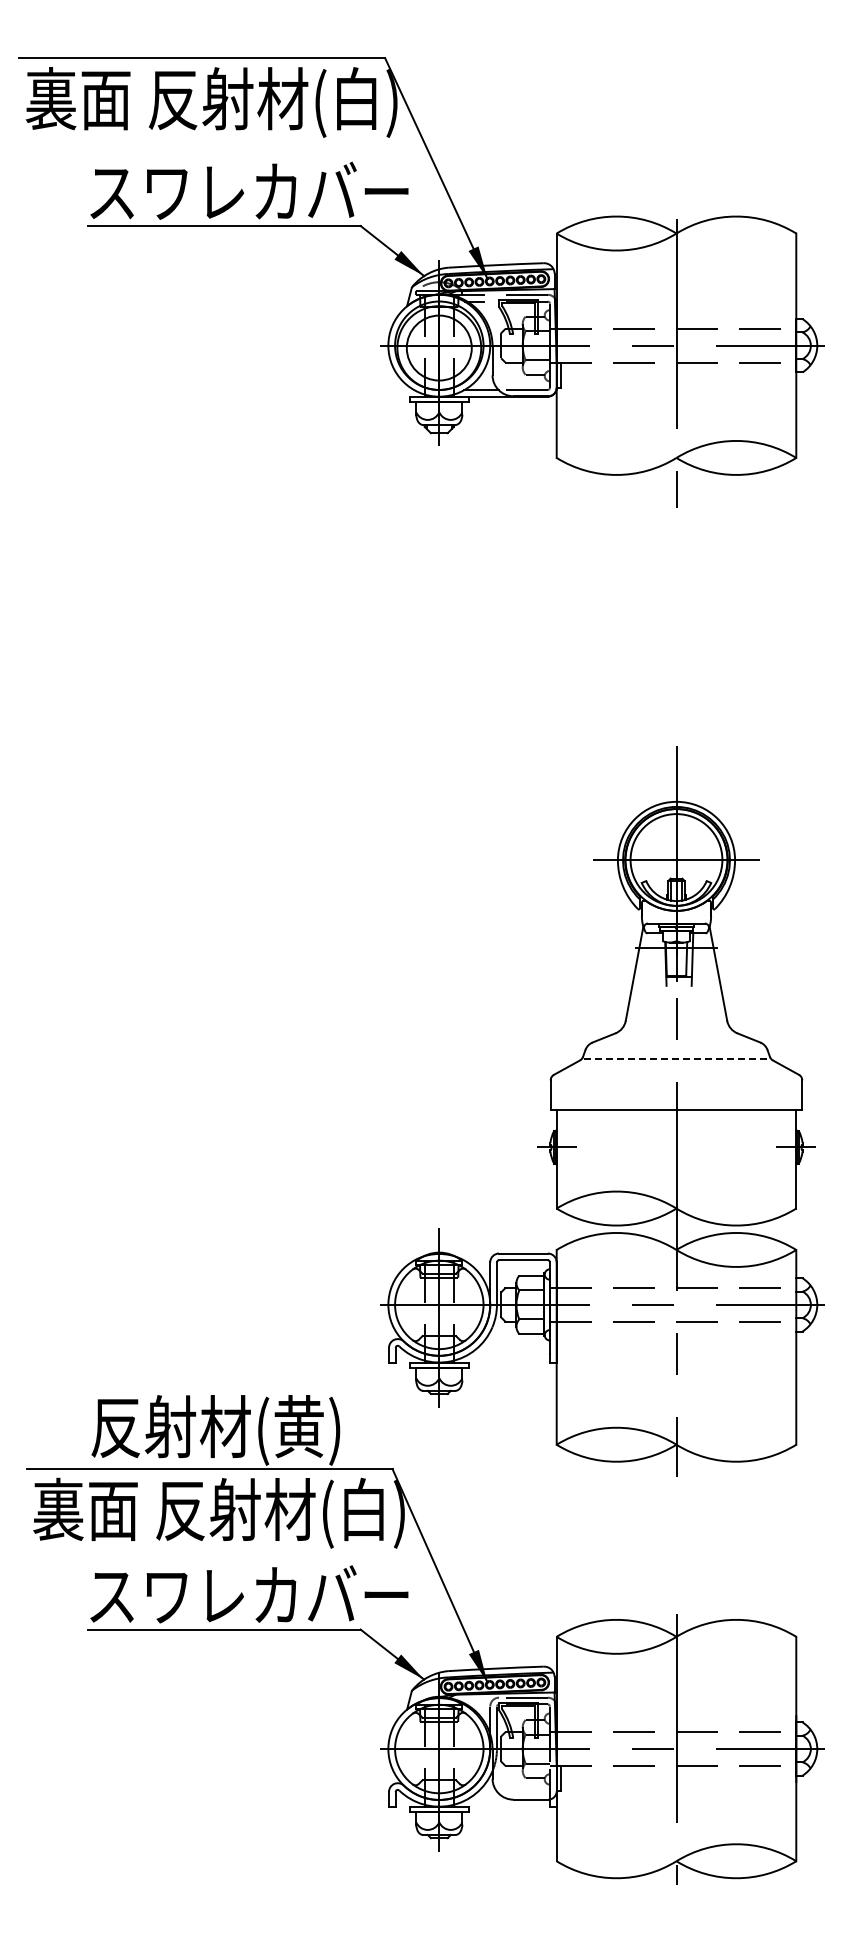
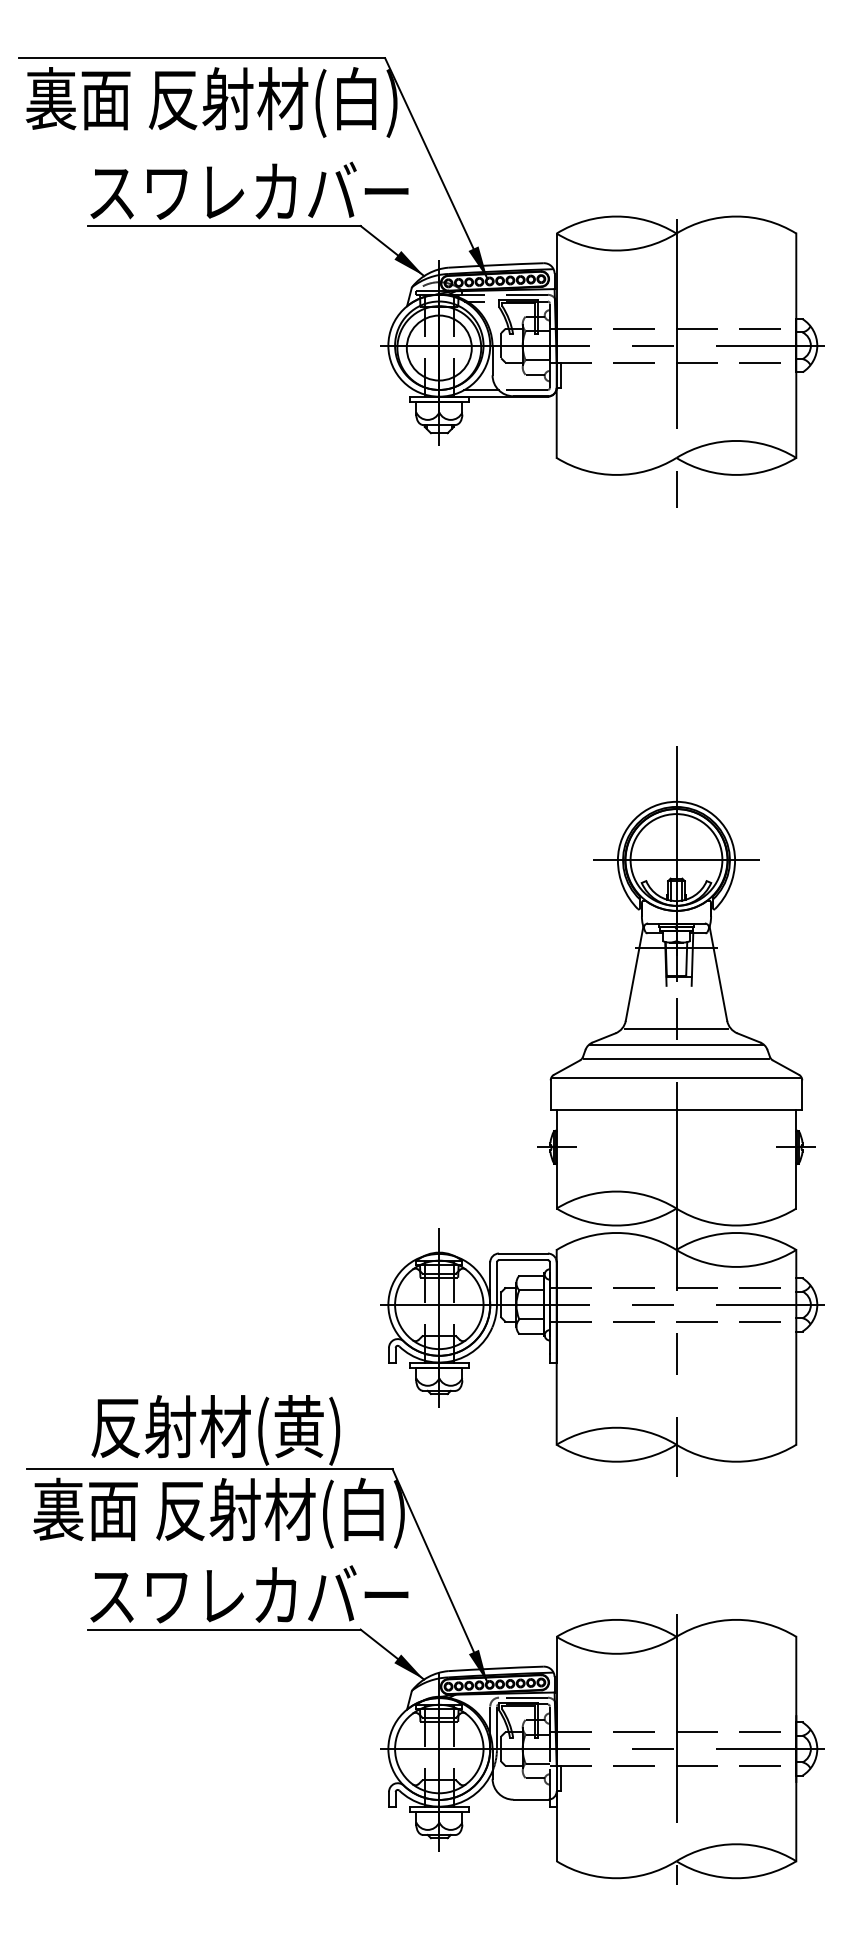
line at (676, 1028): none -> present
line at (676, 1045): none -> present
line at (676, 1059): dashed -> solid
line at (676, 1078): none -> present
